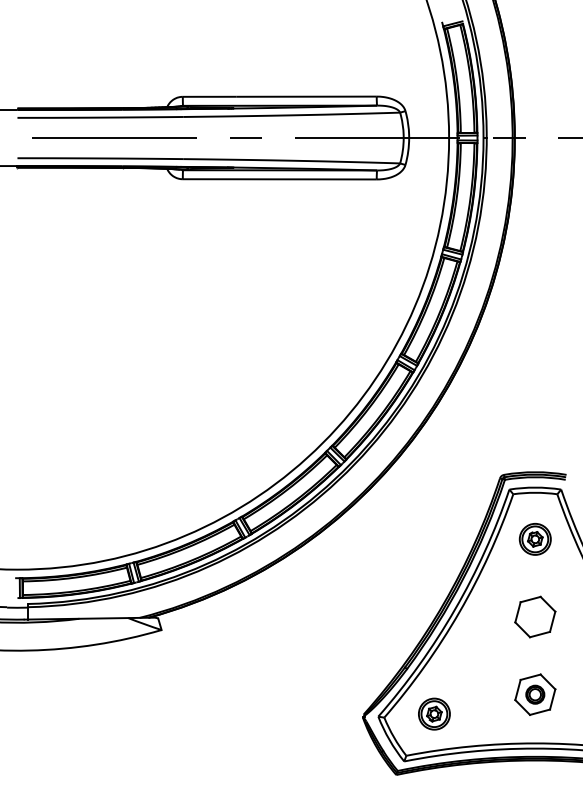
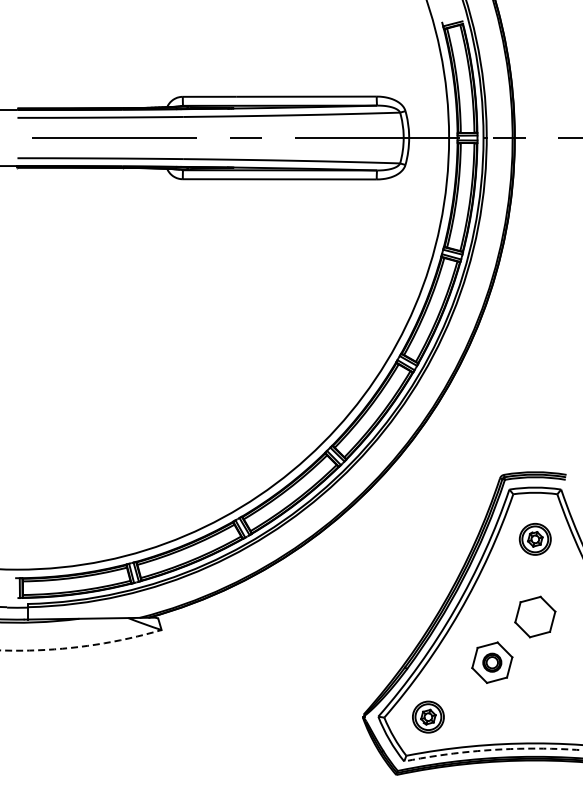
arc at (81, 646): solid -> dashed
part at (535, 694) position: (535, 694) -> (492, 662)
part at (434, 713) position: (434, 713) -> (428, 716)
arc at (492, 749): solid -> dashed
